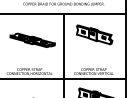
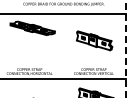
part at (94, 34) position: (94, 34) -> (94, 40)
part at (32, 39) position: (32, 39) -> (32, 27)
line at (126, 49): solid -> dashed
line at (63, 53): present -> none
